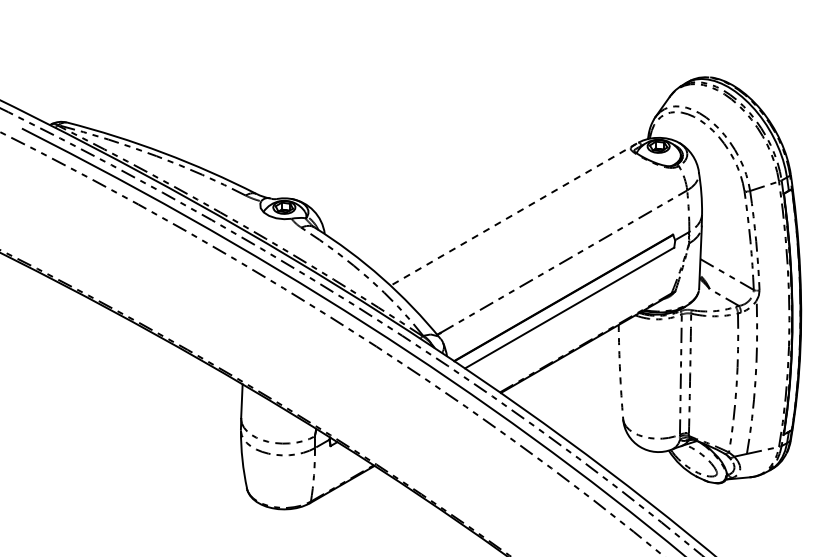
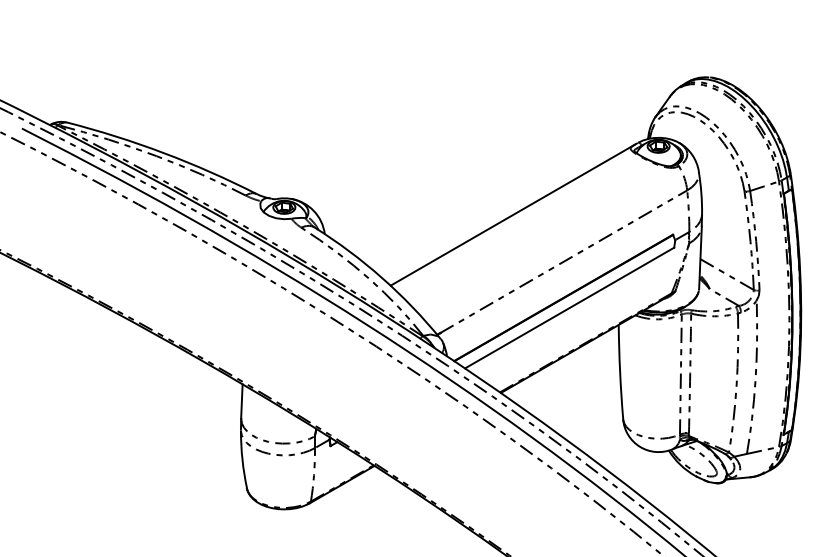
line at (513, 214): dashed -> solid
arc at (620, 372): dashed -> solid
